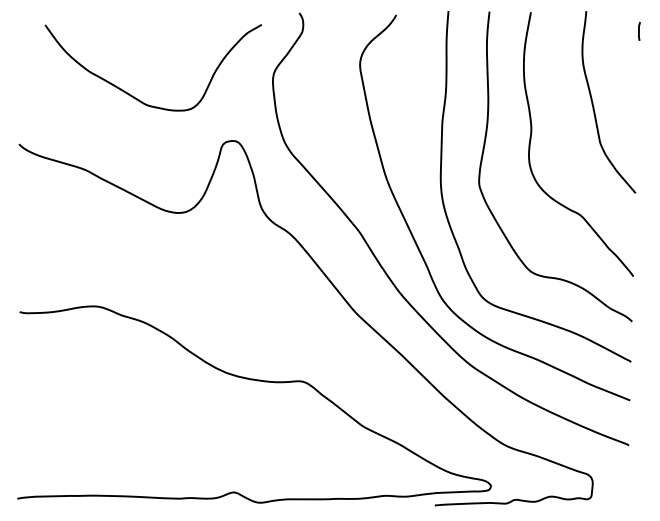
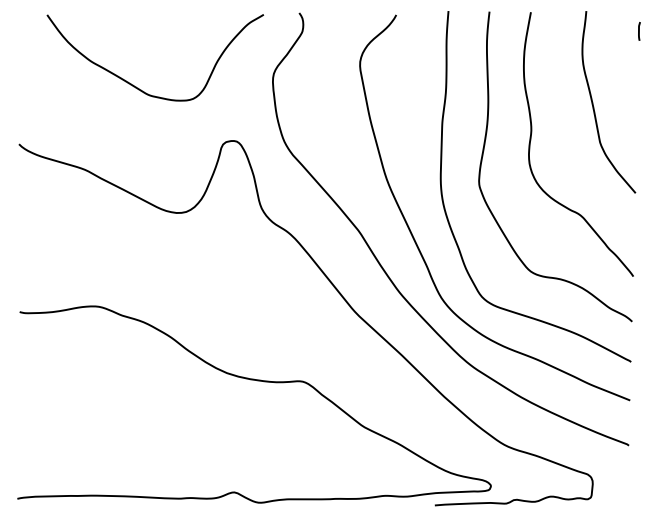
curve at (134, 96) position: (134, 96) -> (136, 86)
